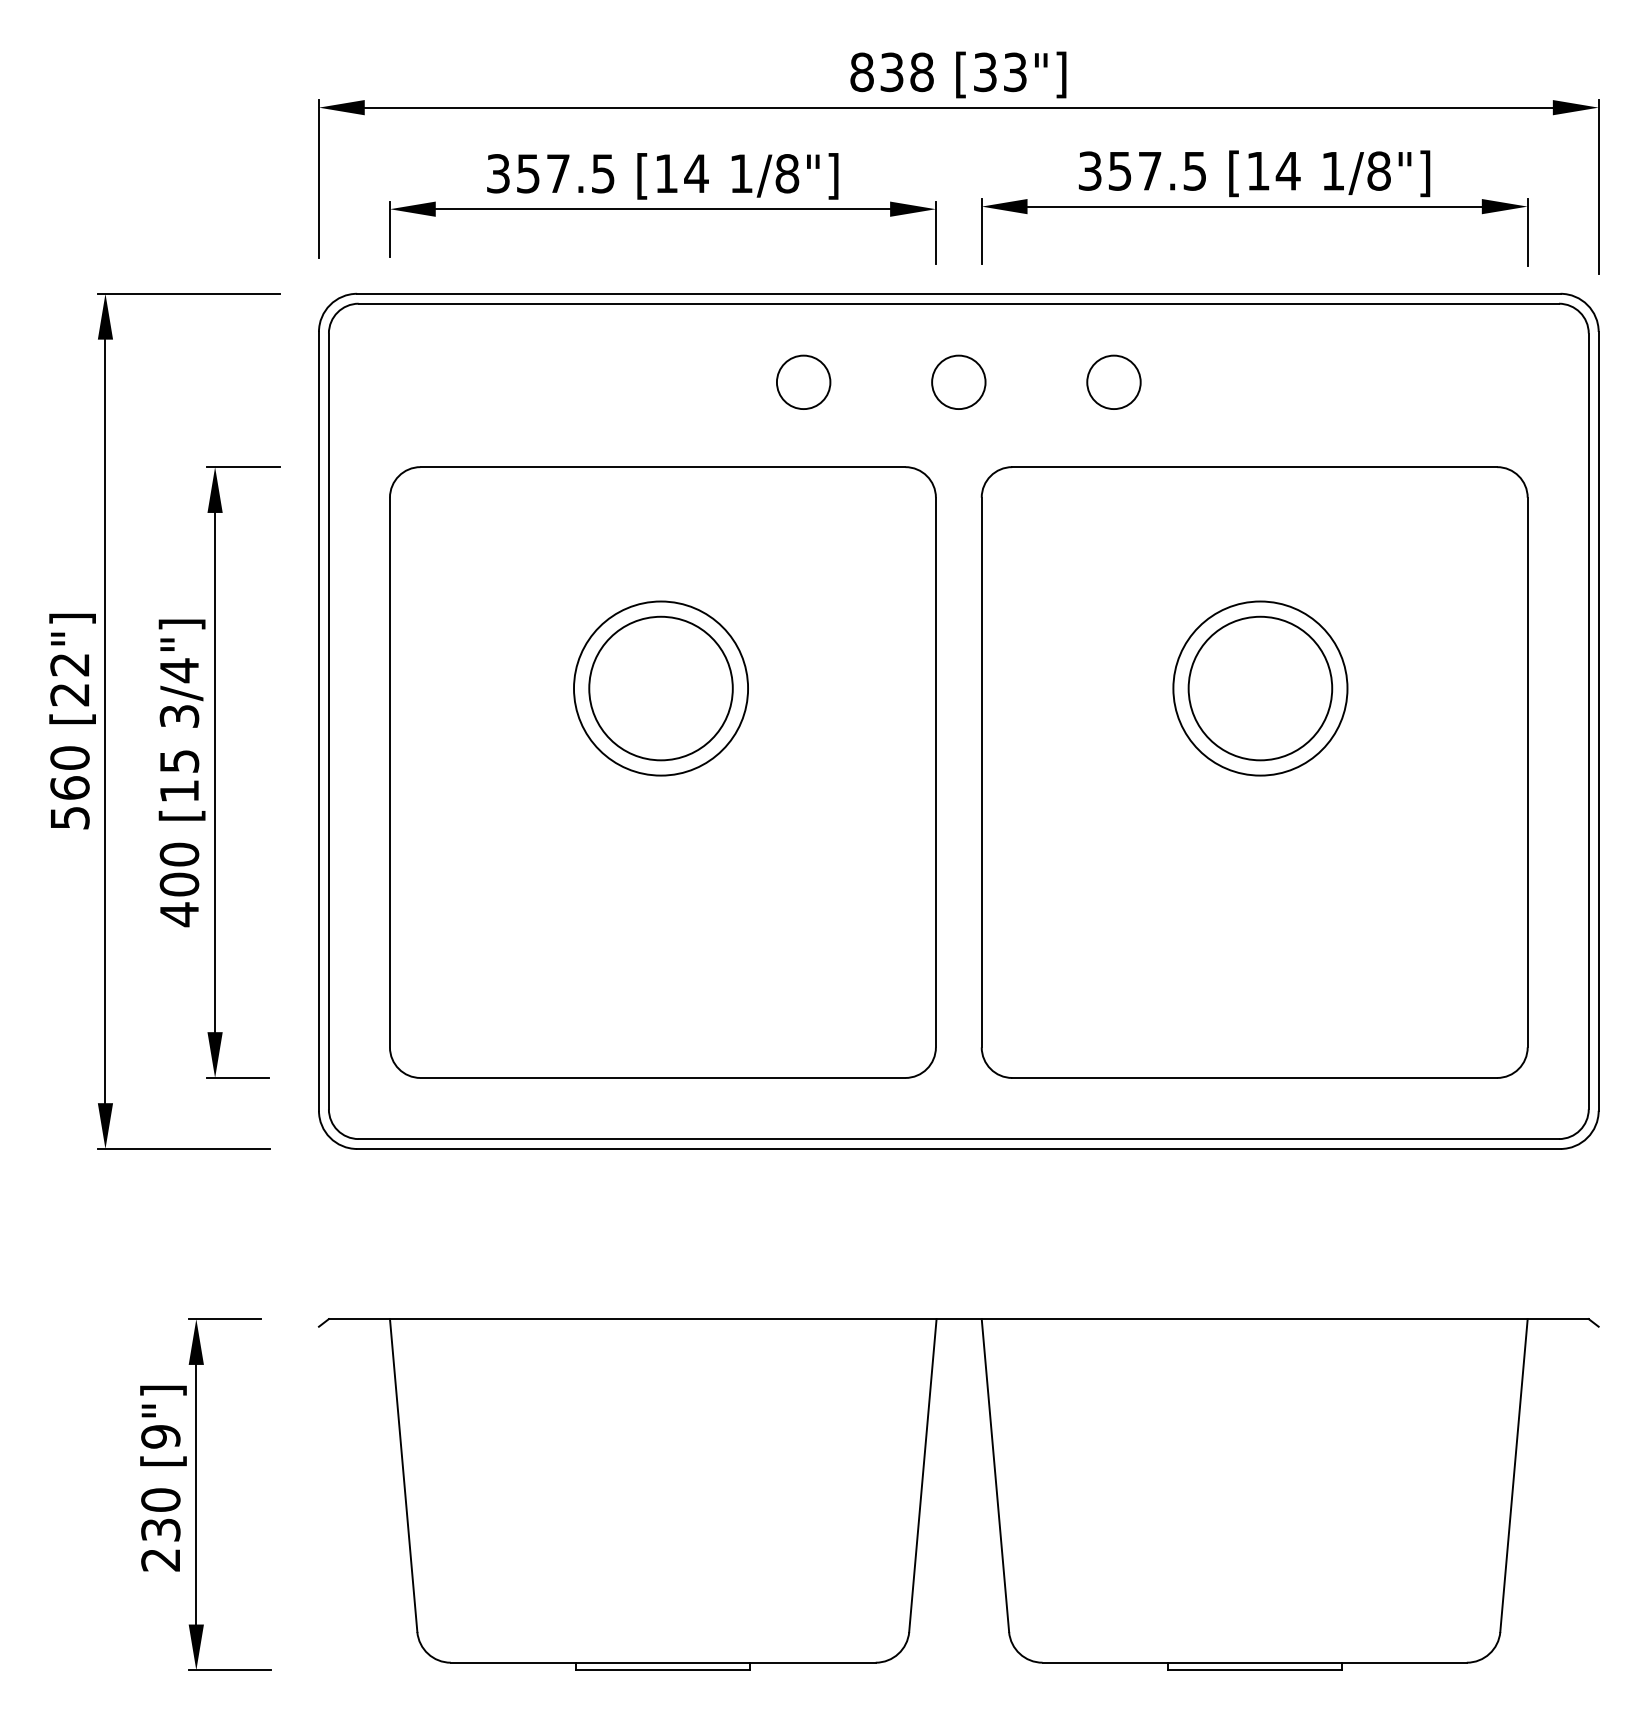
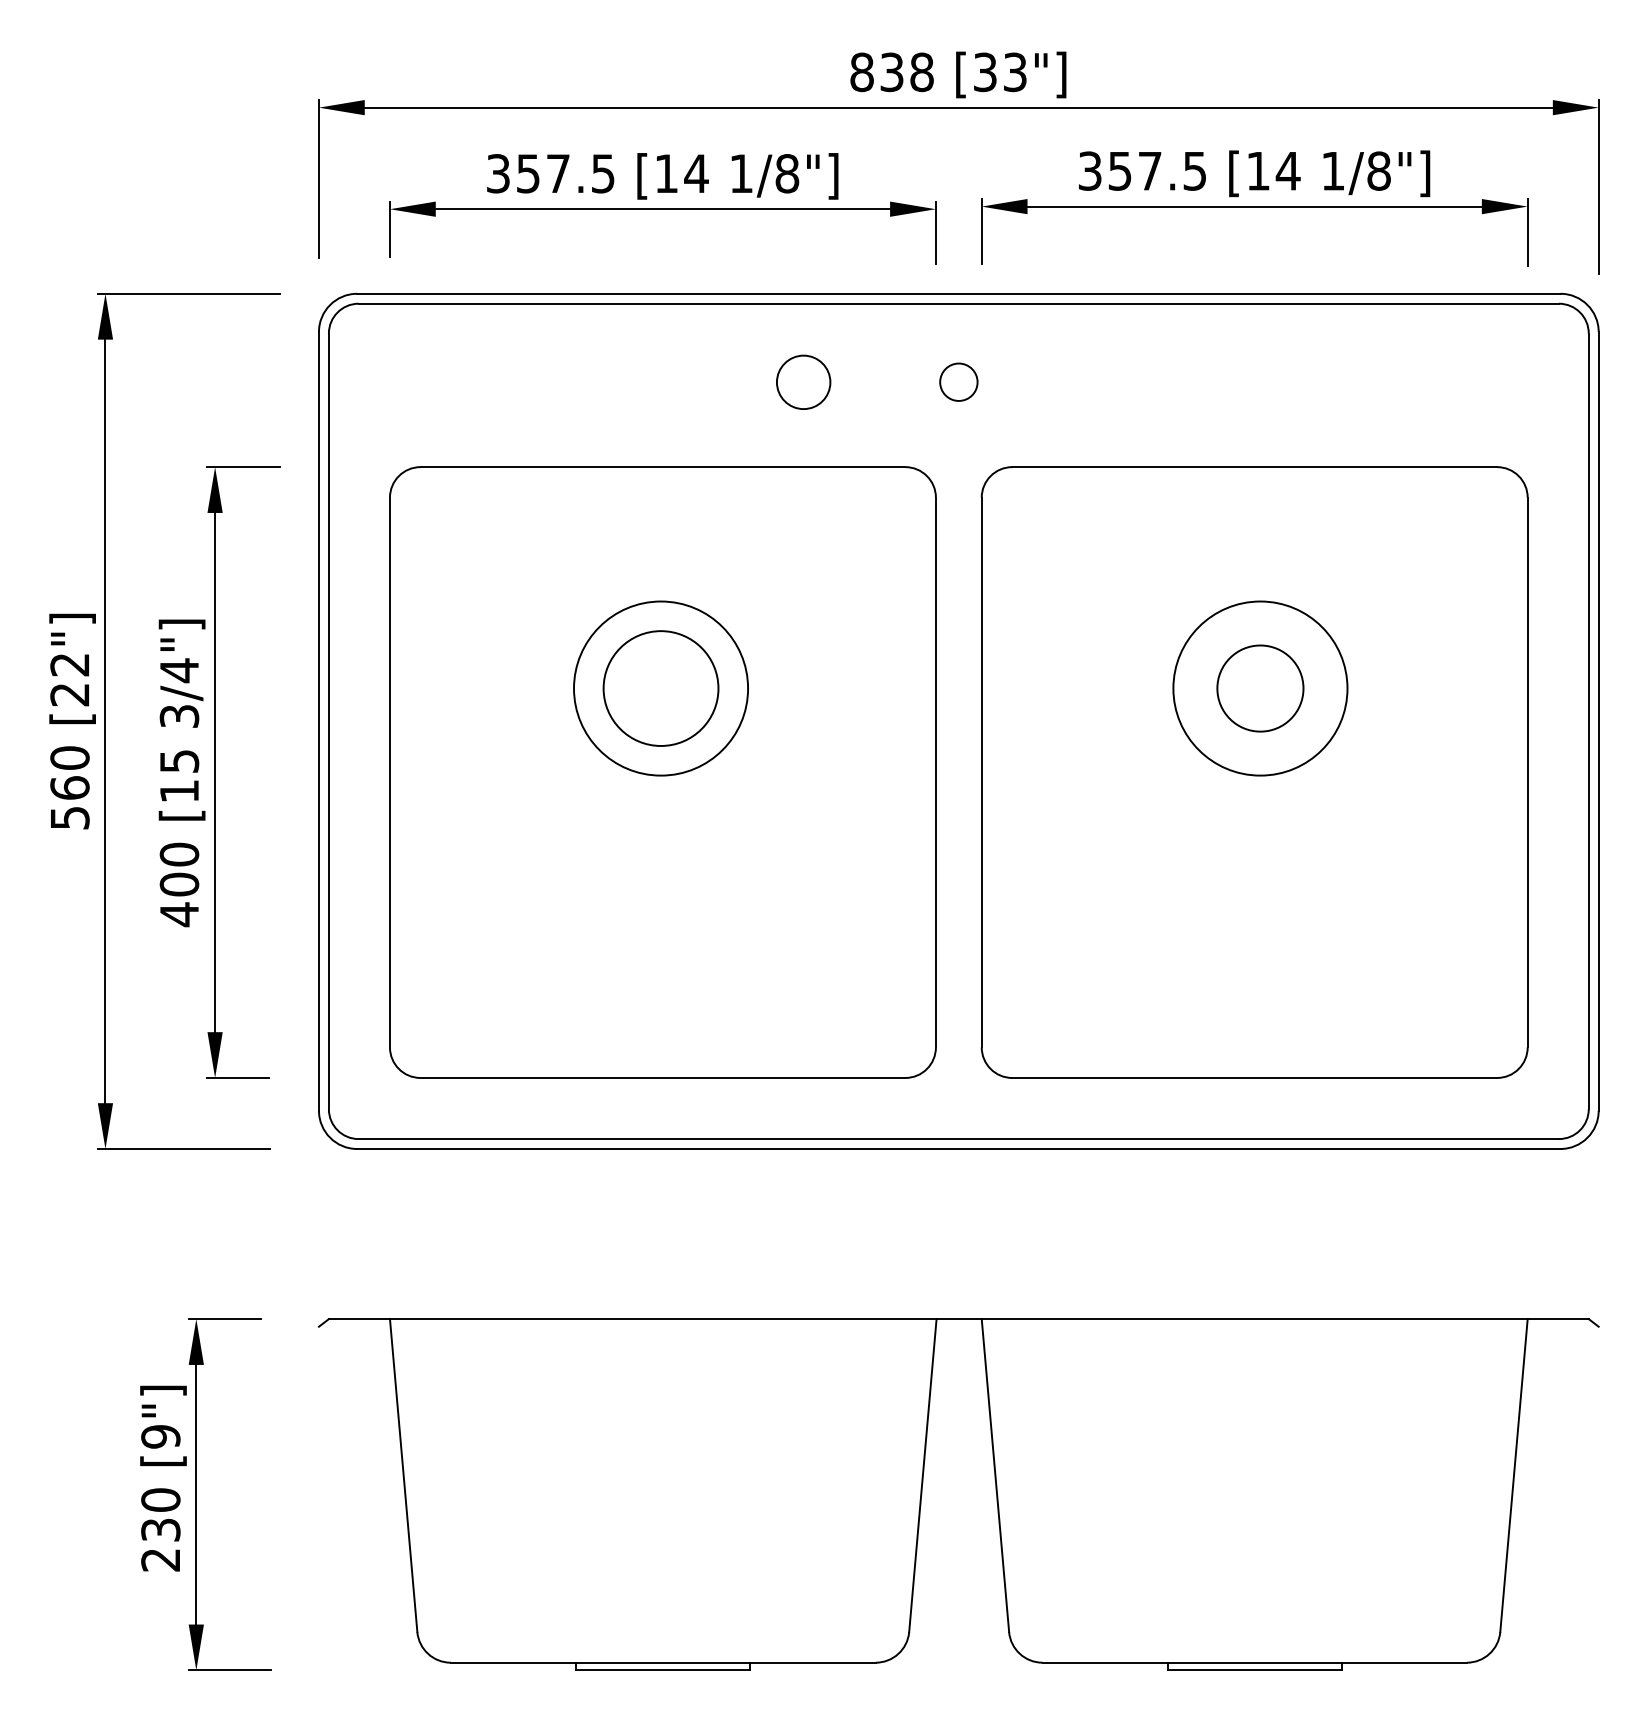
circle at (958, 381) size: 56x56 px -> 40x40 px
circle at (1113, 381): present -> none
circle at (660, 688) diameter: 144 px -> 115 px
circle at (1260, 688) diameter: 144 px -> 86 px
